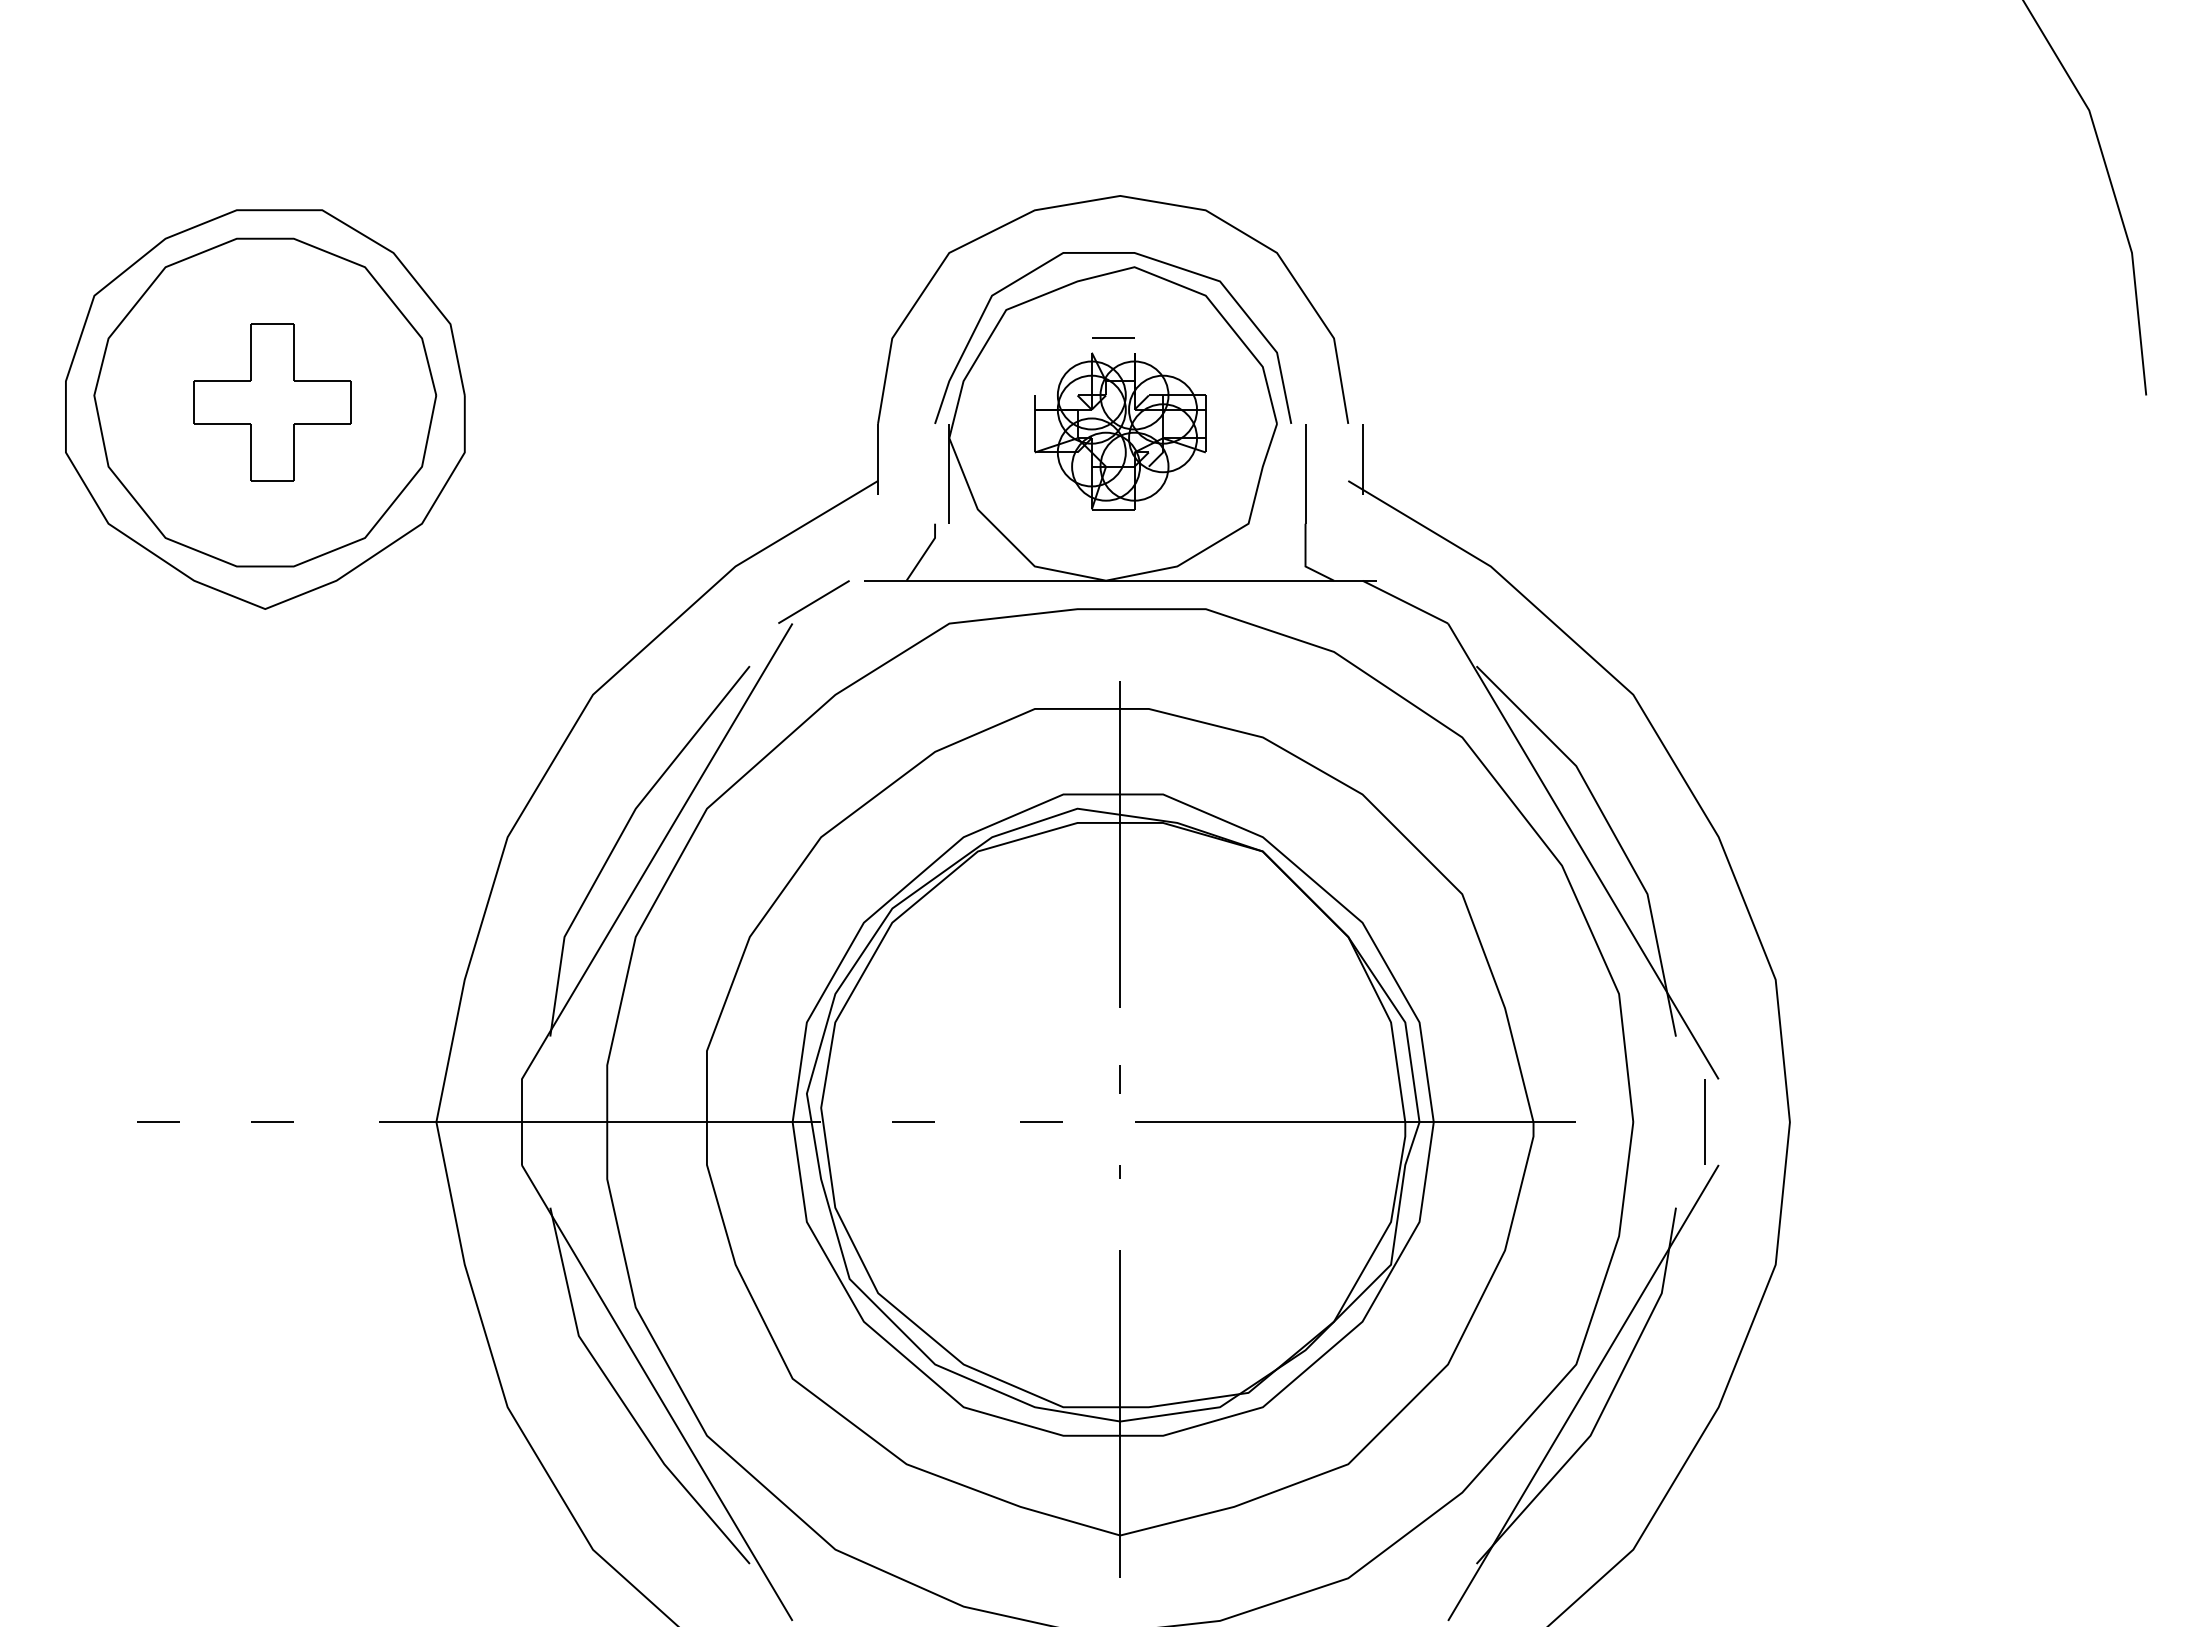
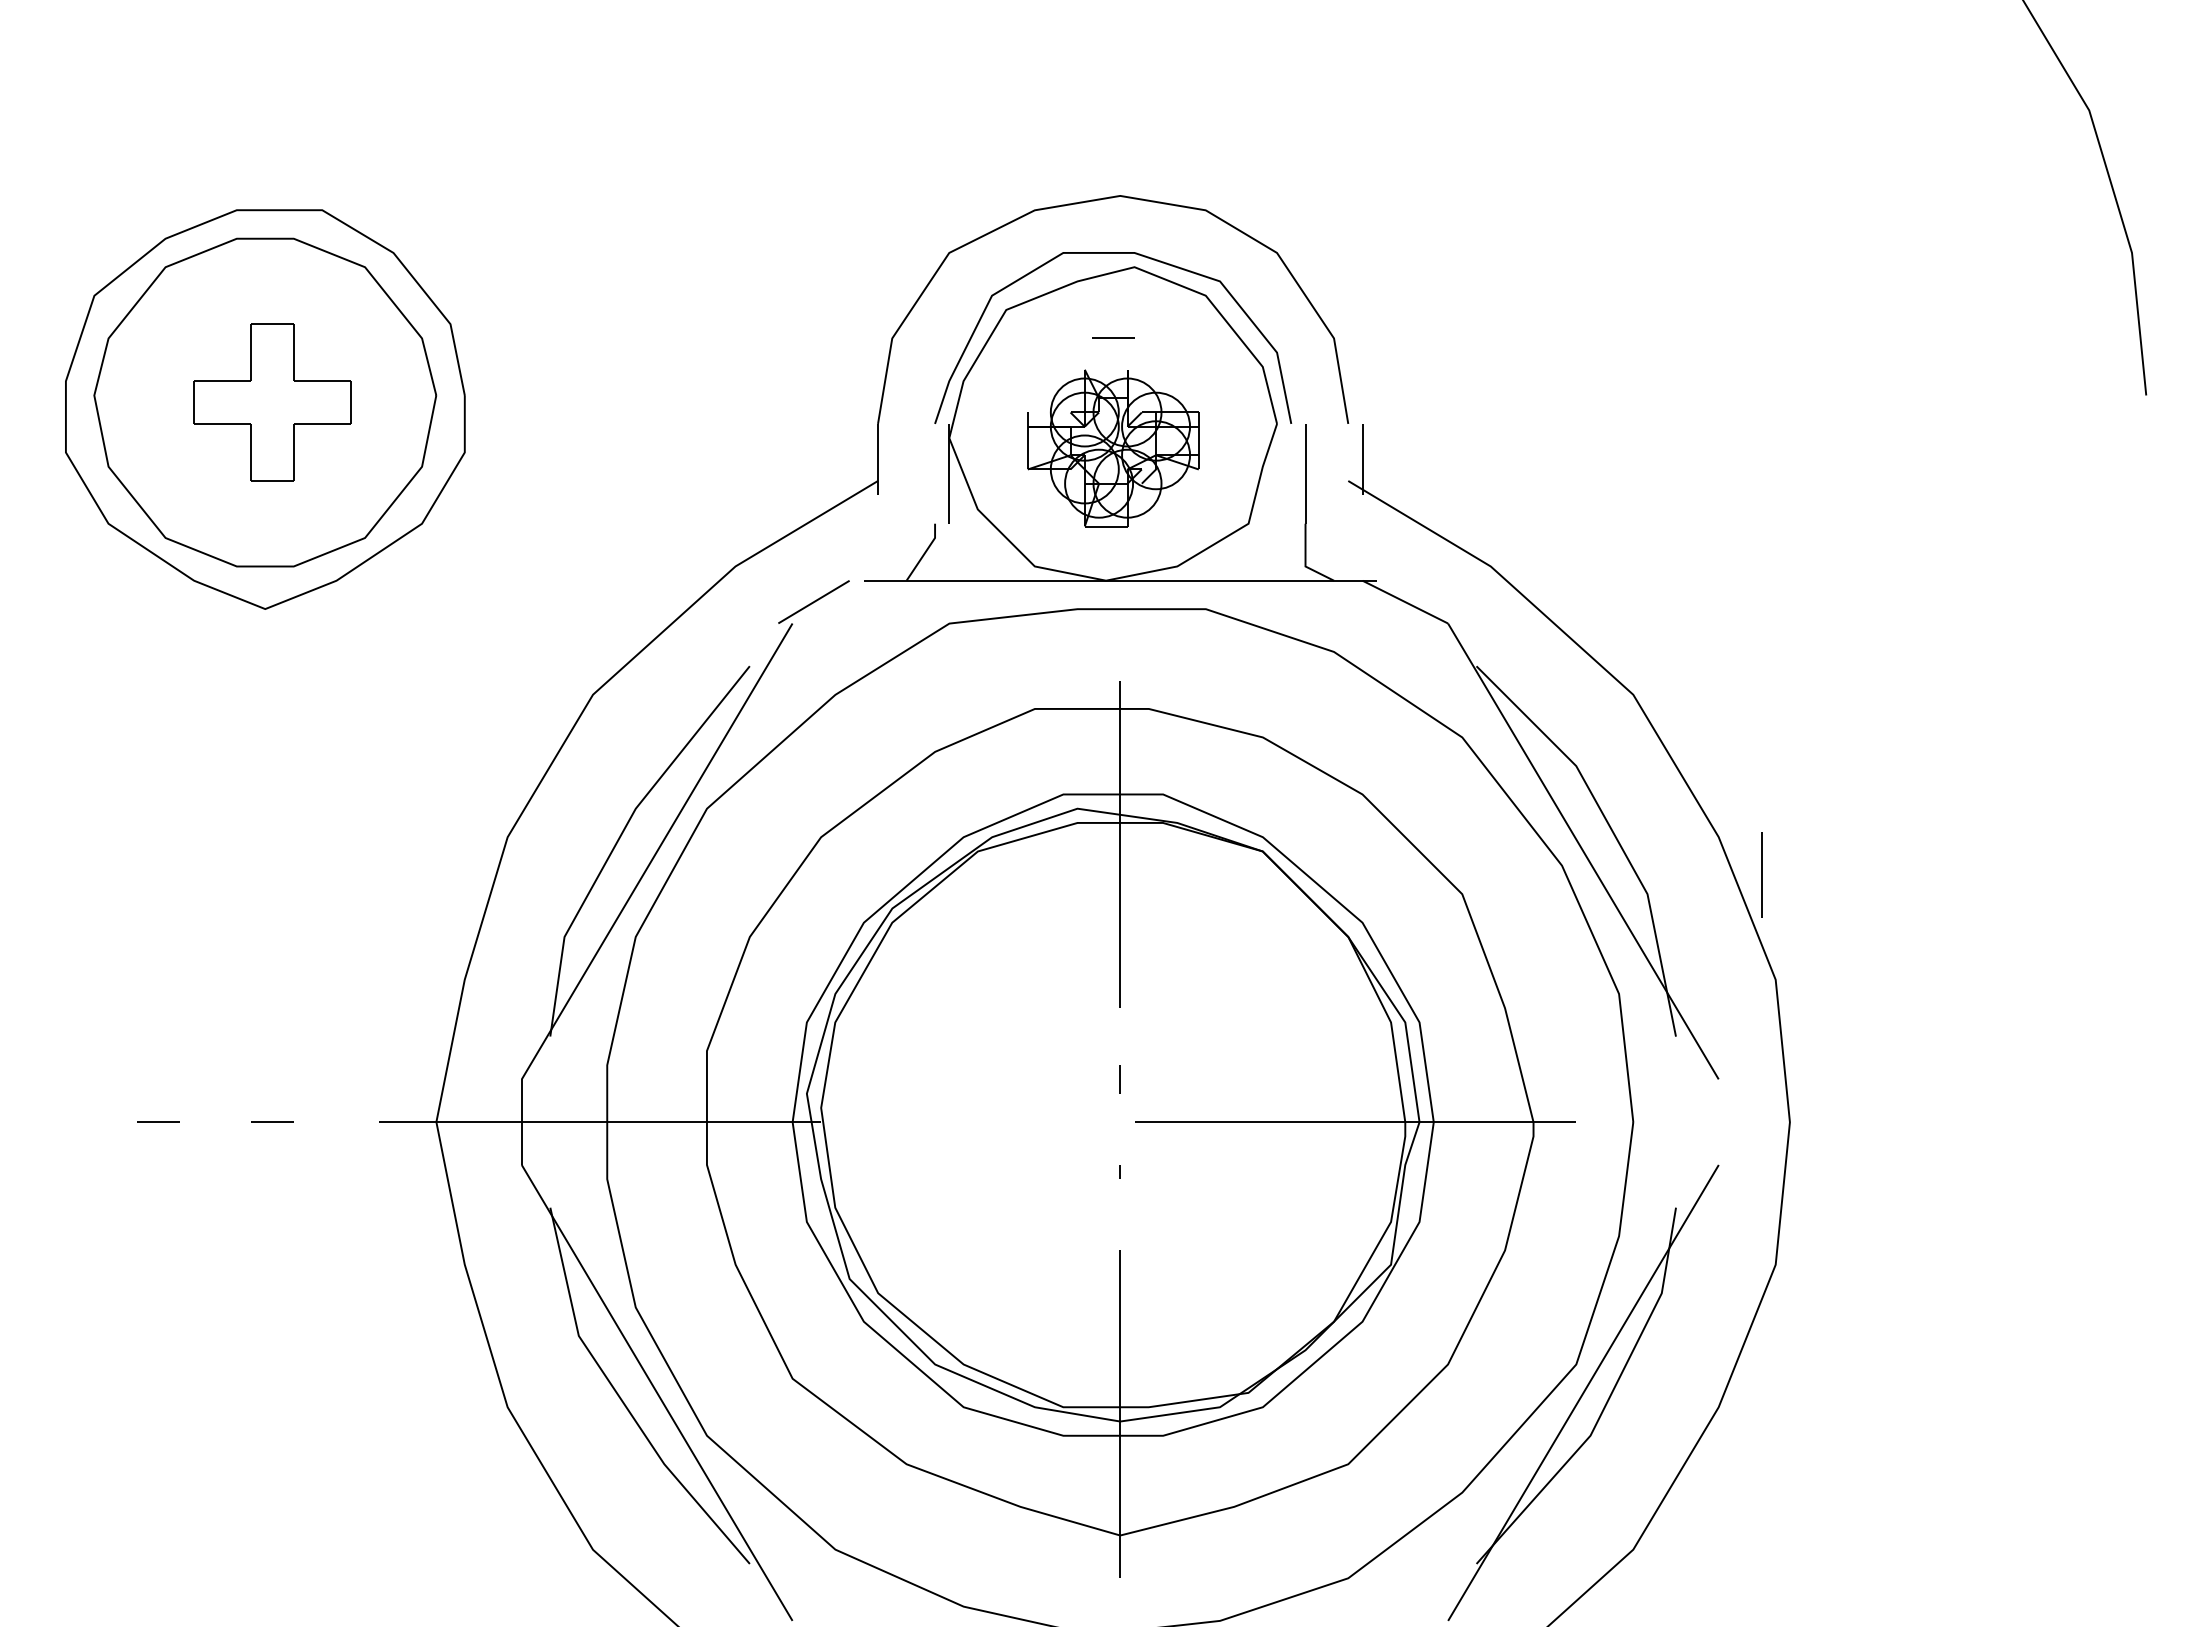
part at (1120, 431) position: (1120, 431) -> (1113, 448)
line at (913, 1121): present -> none
line at (1041, 1121): present -> none
line at (1704, 1121) position: (1704, 1121) -> (1761, 874)
